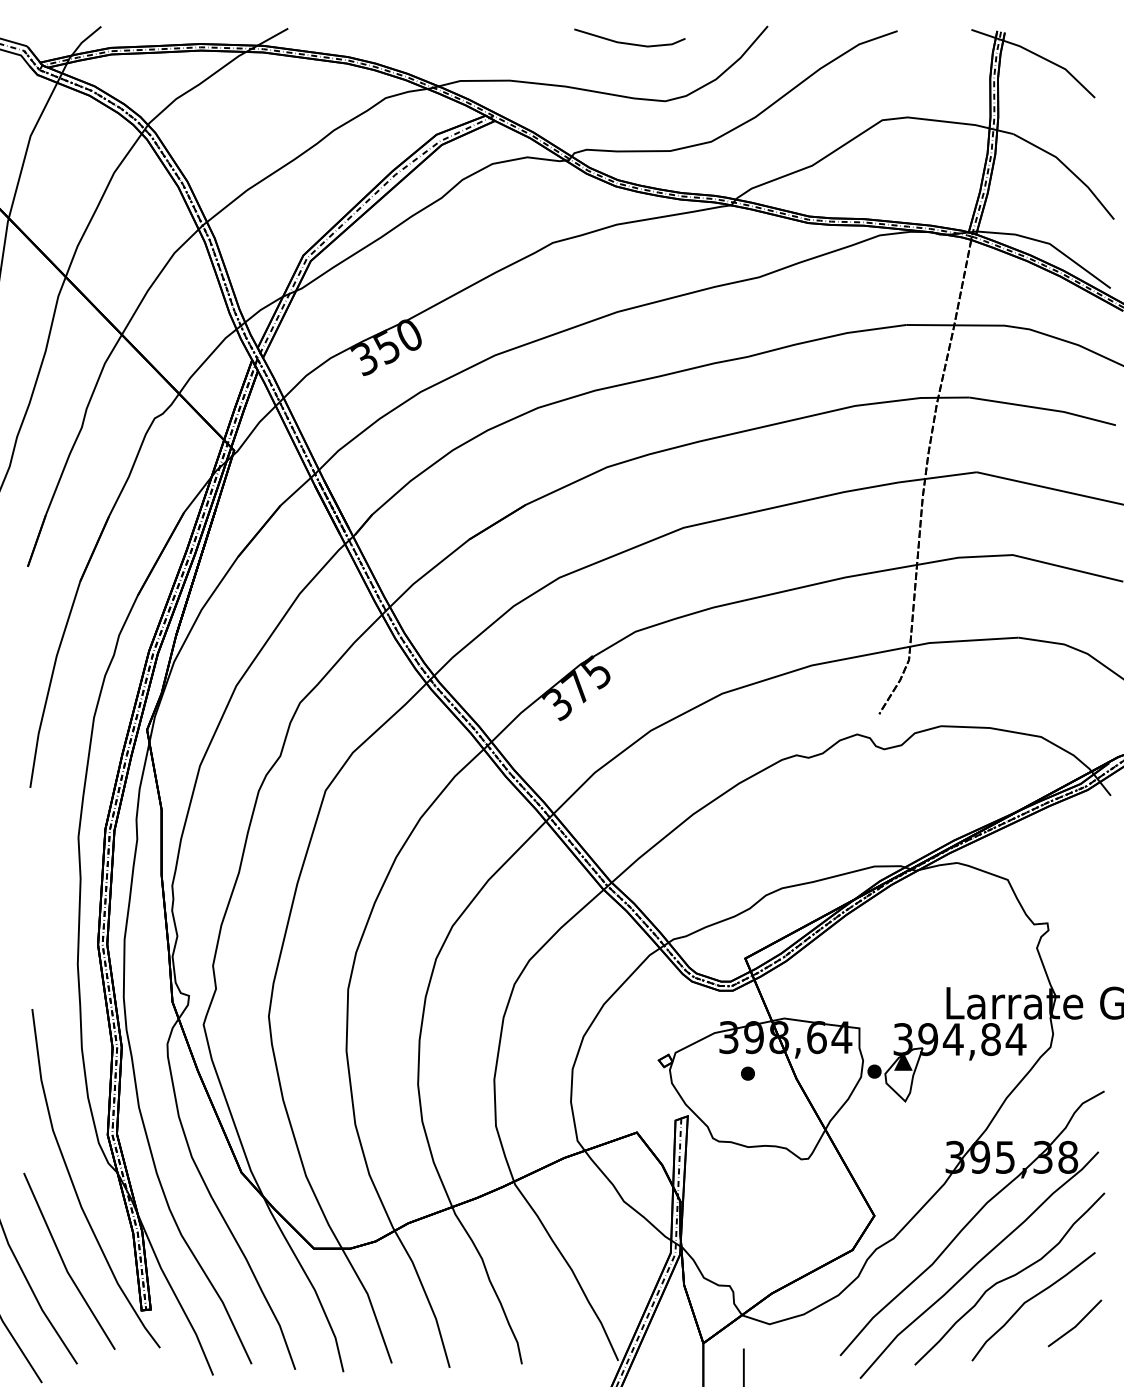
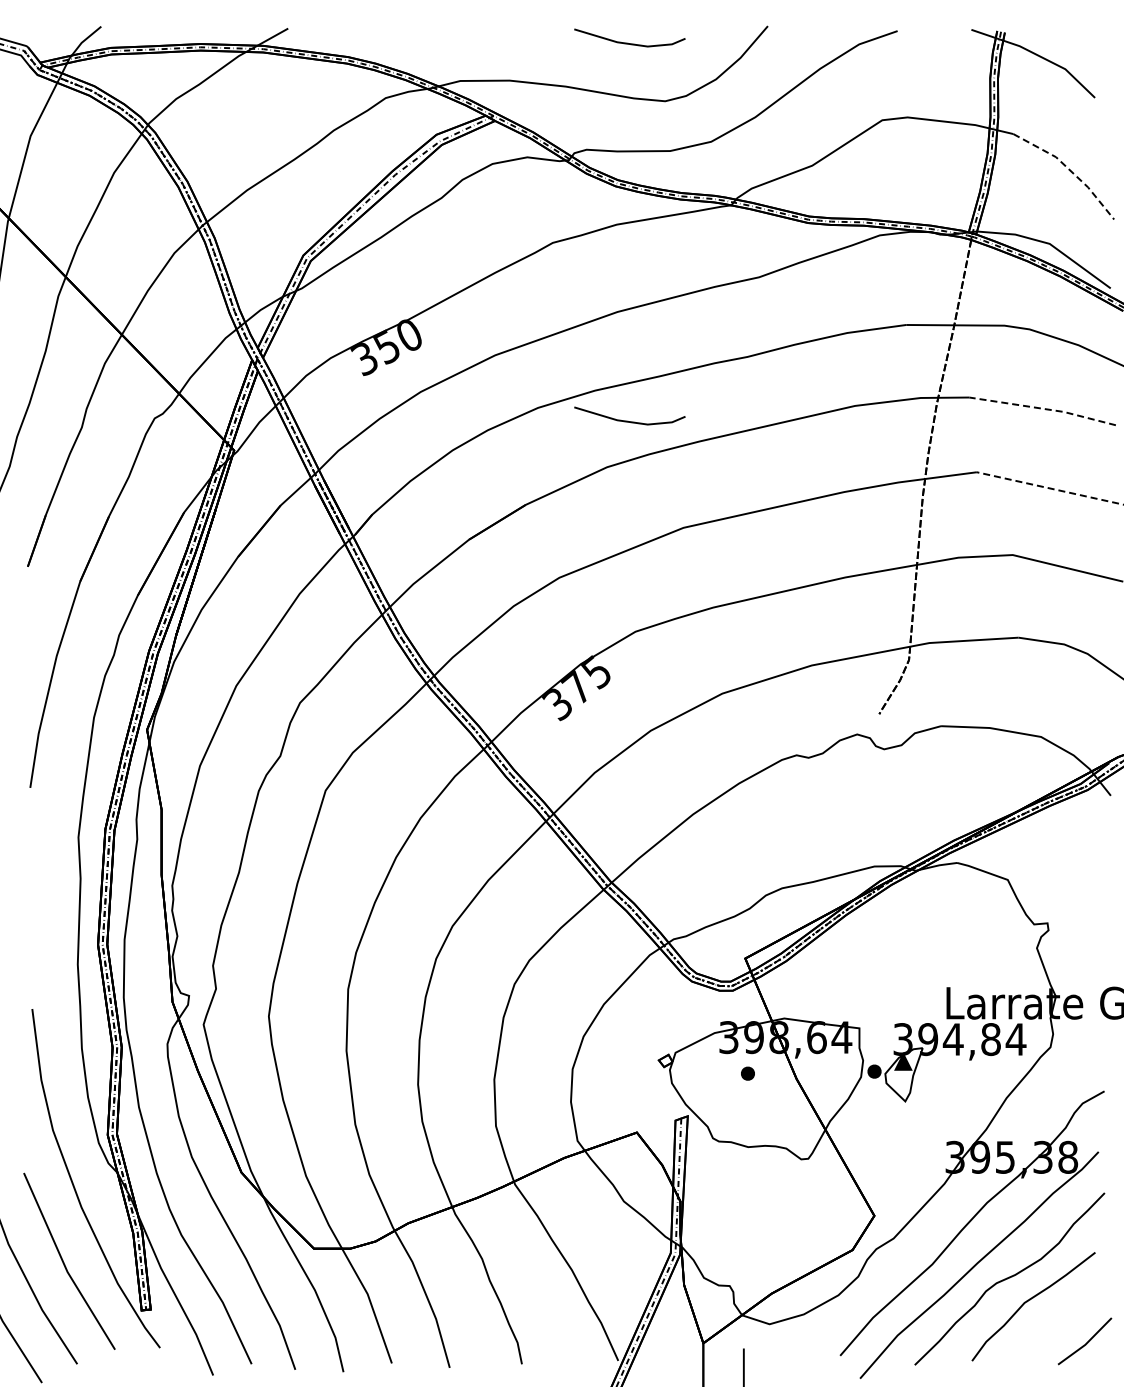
line at (1069, 170): solid -> dashed
line at (1043, 408): solid -> dashed
line at (627, 420): none -> present
line at (1049, 488): solid -> dashed
line at (1076, 1324) position: (1076, 1324) -> (1086, 1342)
